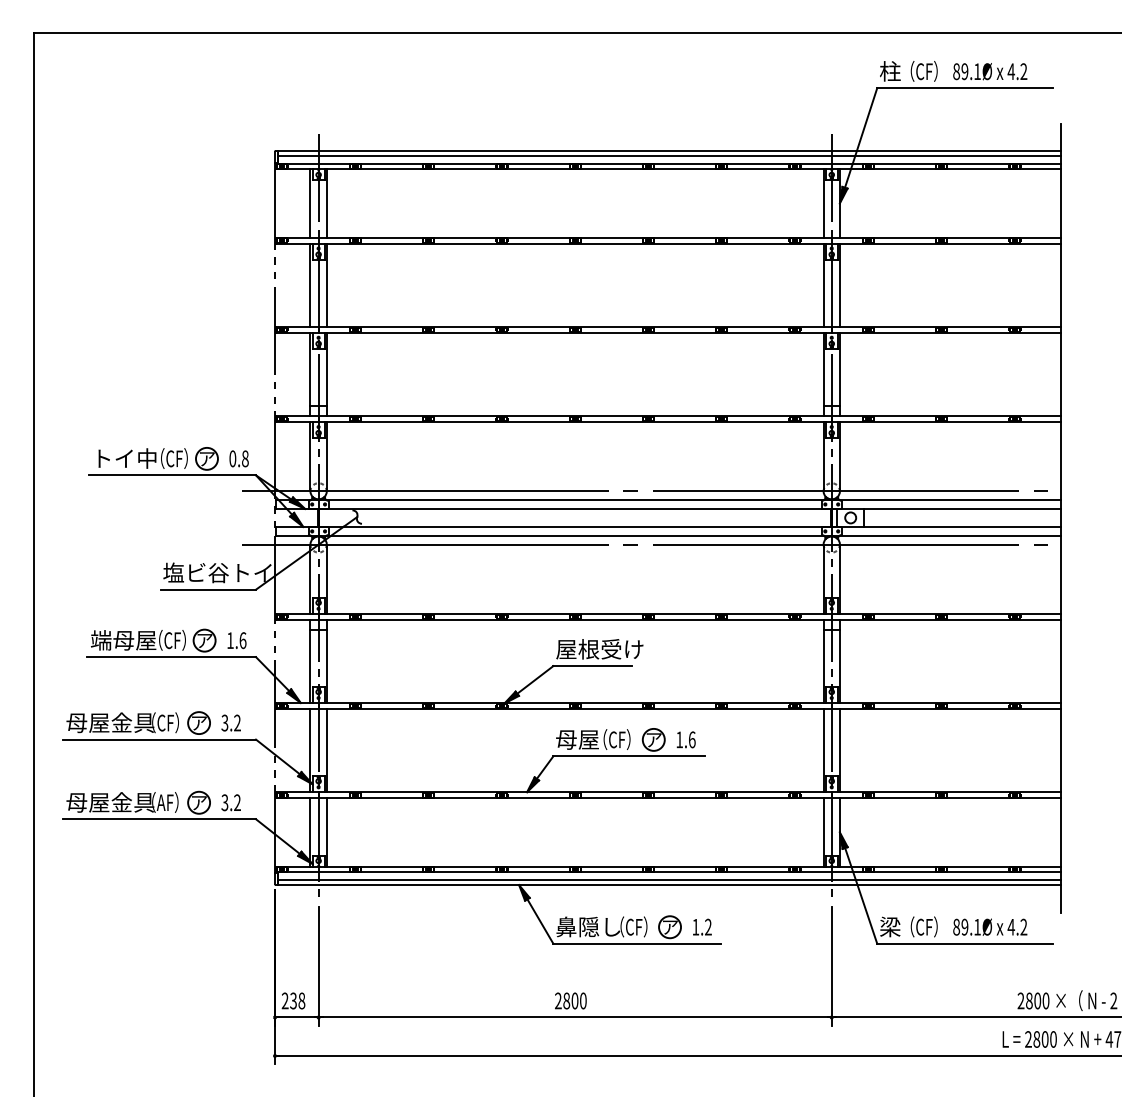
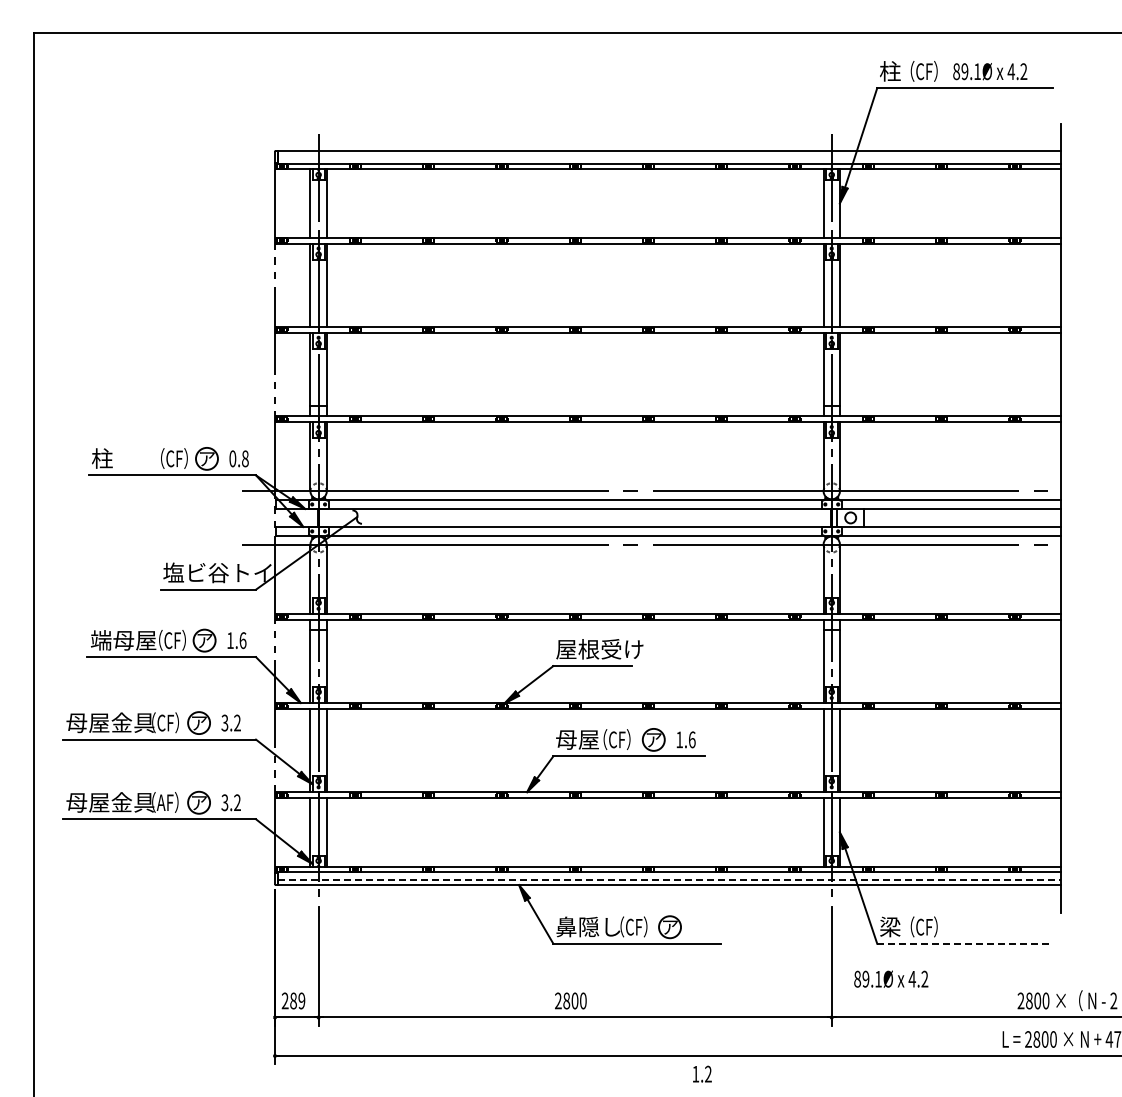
line at (669, 155): present -> none
text at (124, 458): トイ中 -> 柱
line at (670, 880): solid -> dashed
text at (702, 926) position: (702, 926) -> (702, 1073)
text at (990, 926) position: (990, 926) -> (891, 978)
line at (964, 943): solid -> dashed
text at (297, 1000): 238 -> 289
